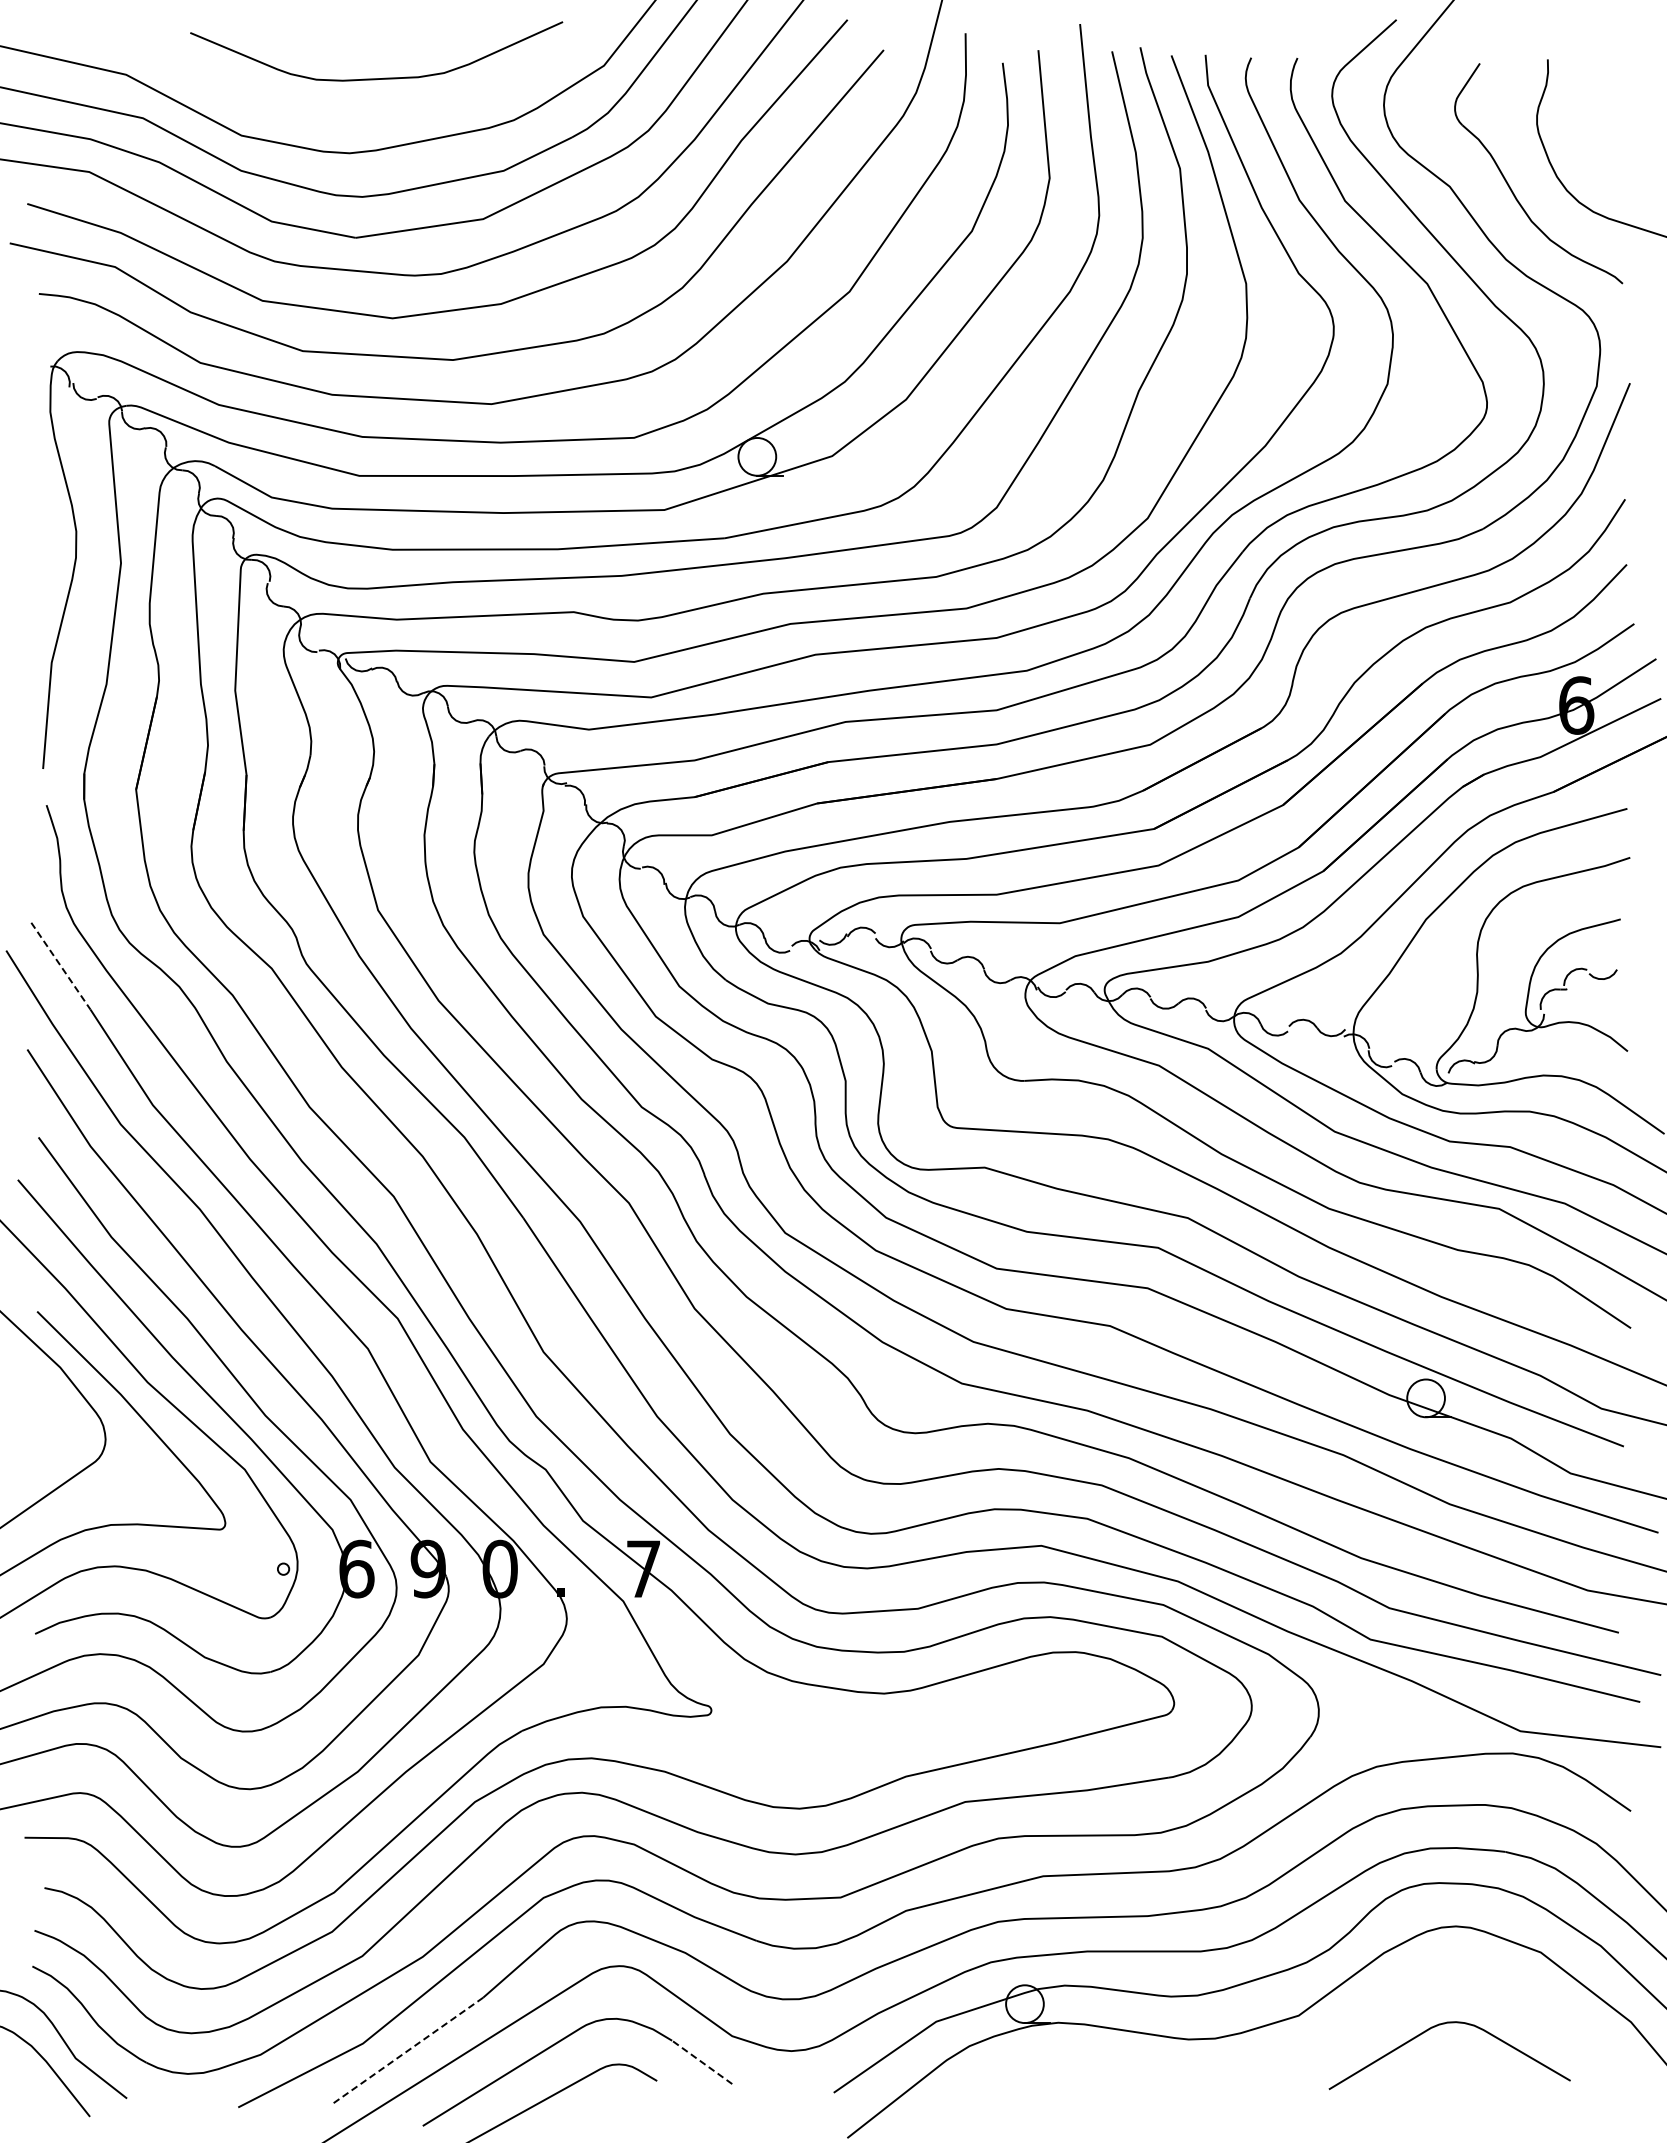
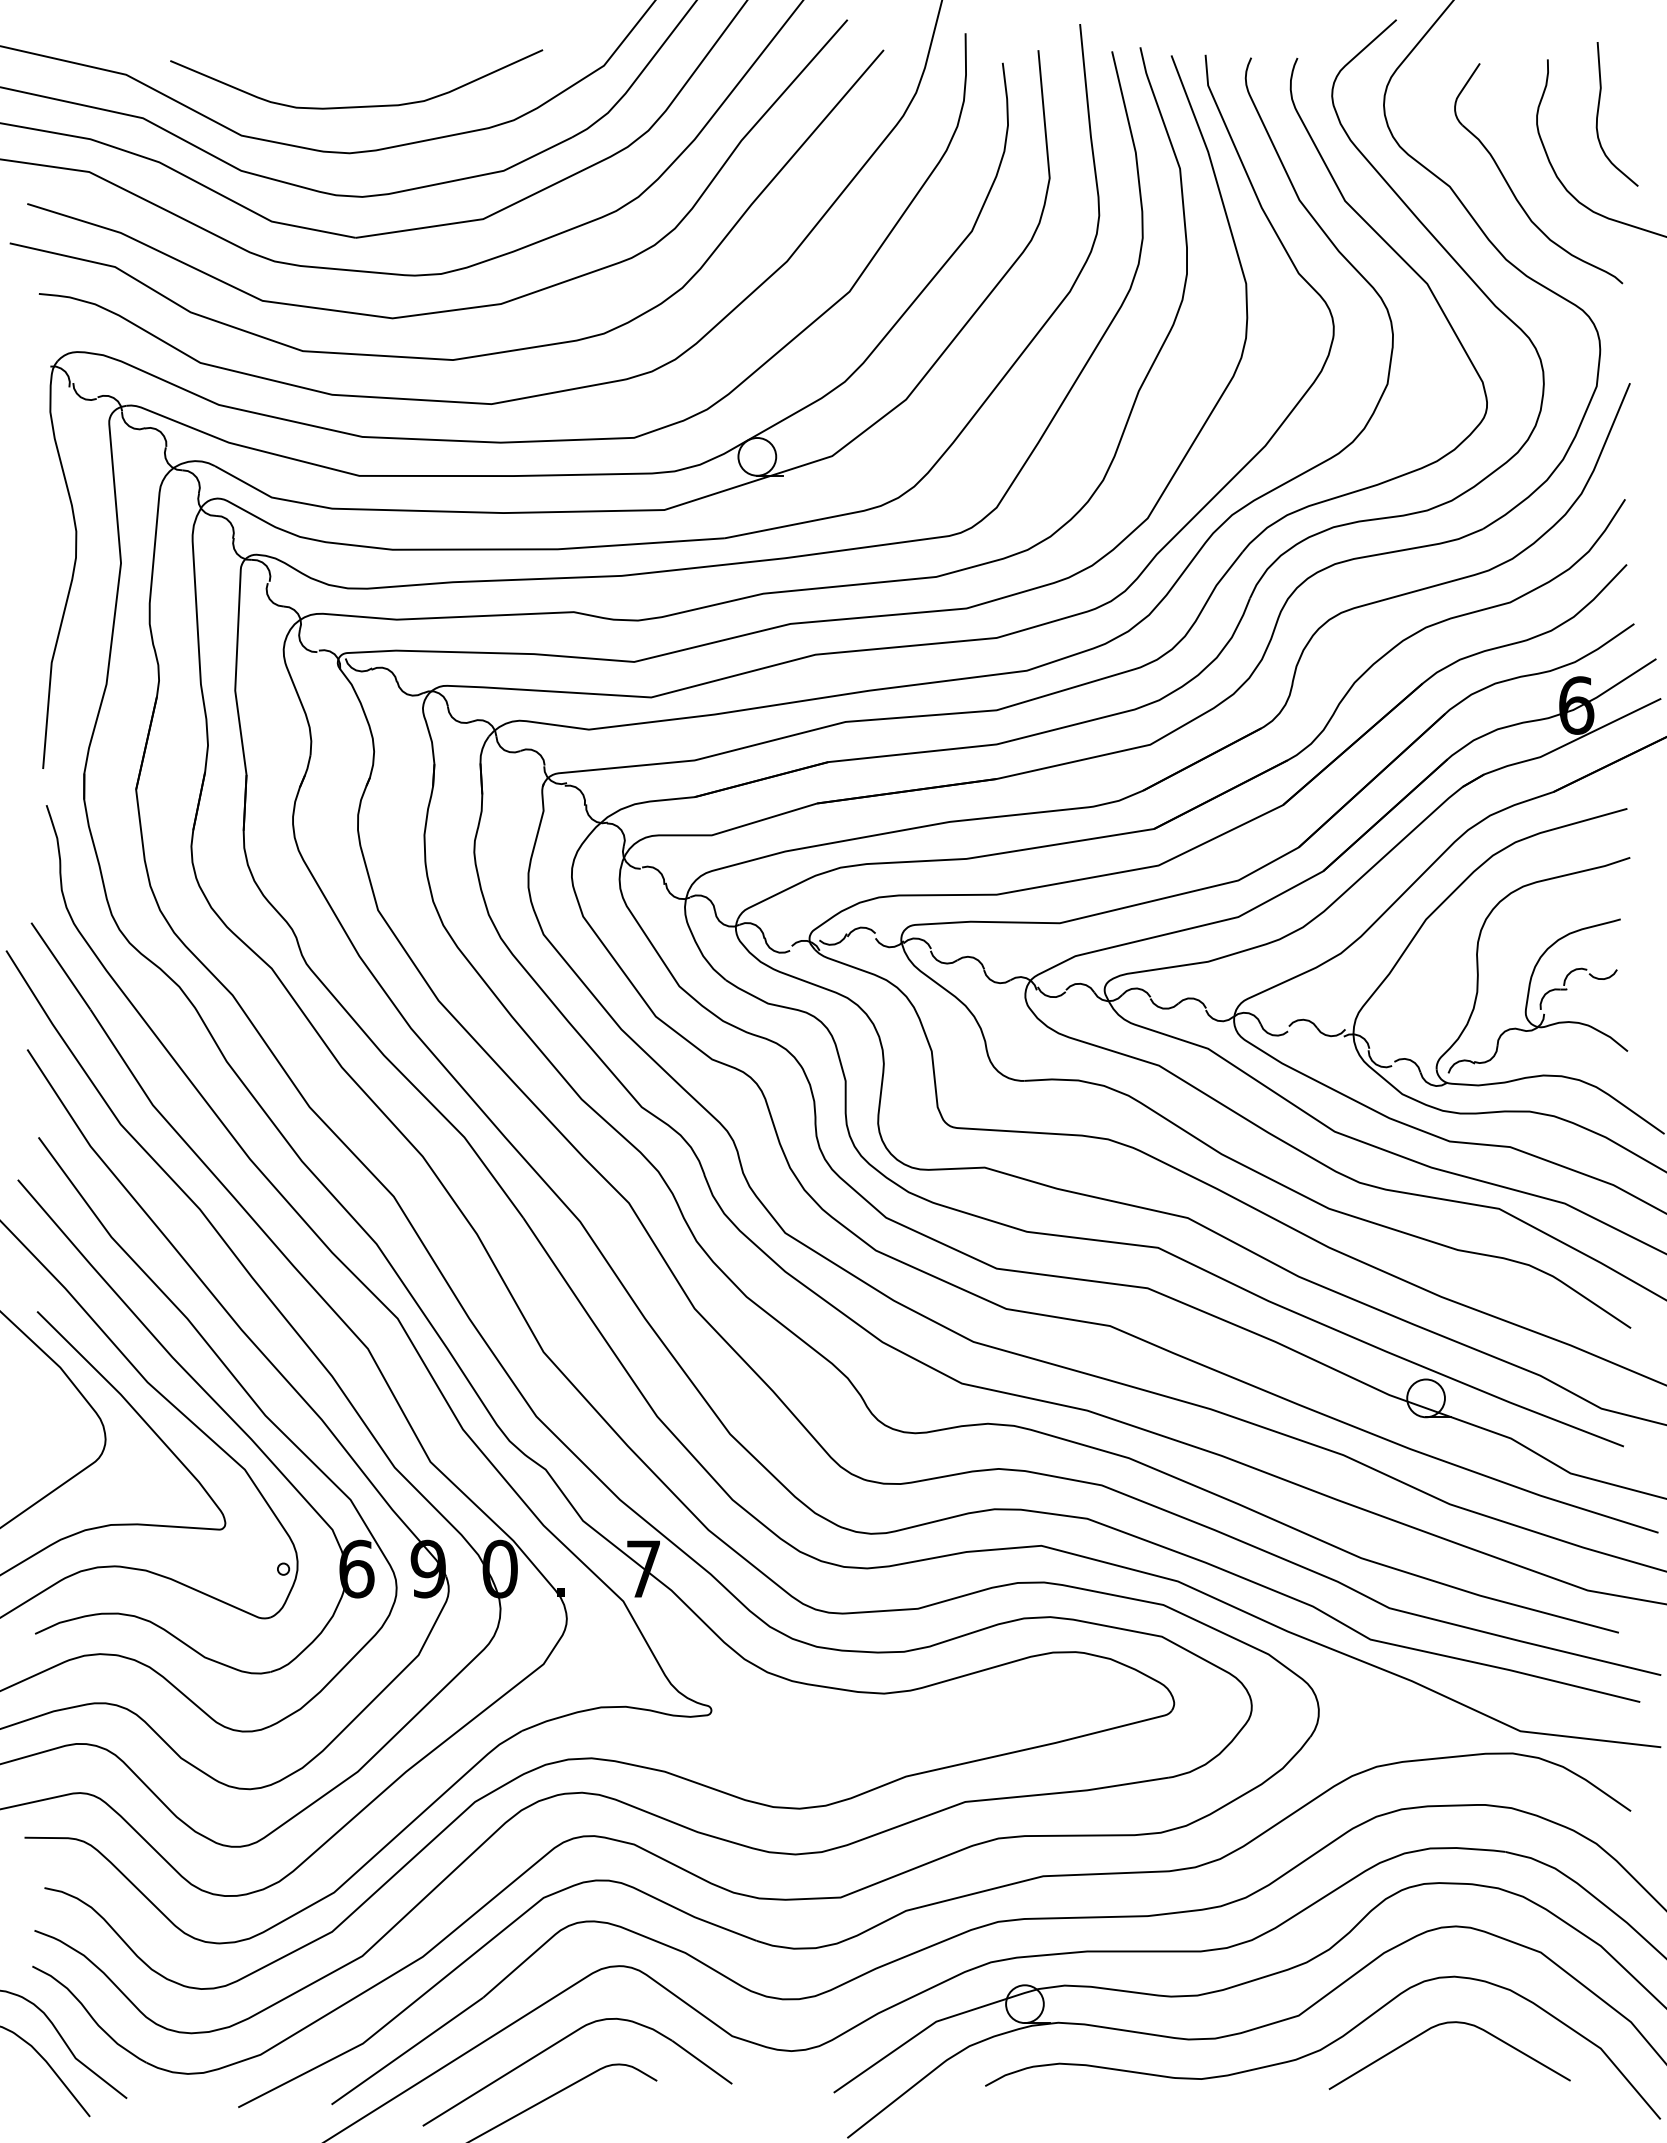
curve at (376, 78) position: (376, 78) -> (356, 106)
curve at (1598, 114): none -> present
line at (60, 966): dashed -> solid
curve at (1323, 2047): none -> present
line at (407, 2051): dashed -> solid
line at (701, 2062): dashed -> solid
